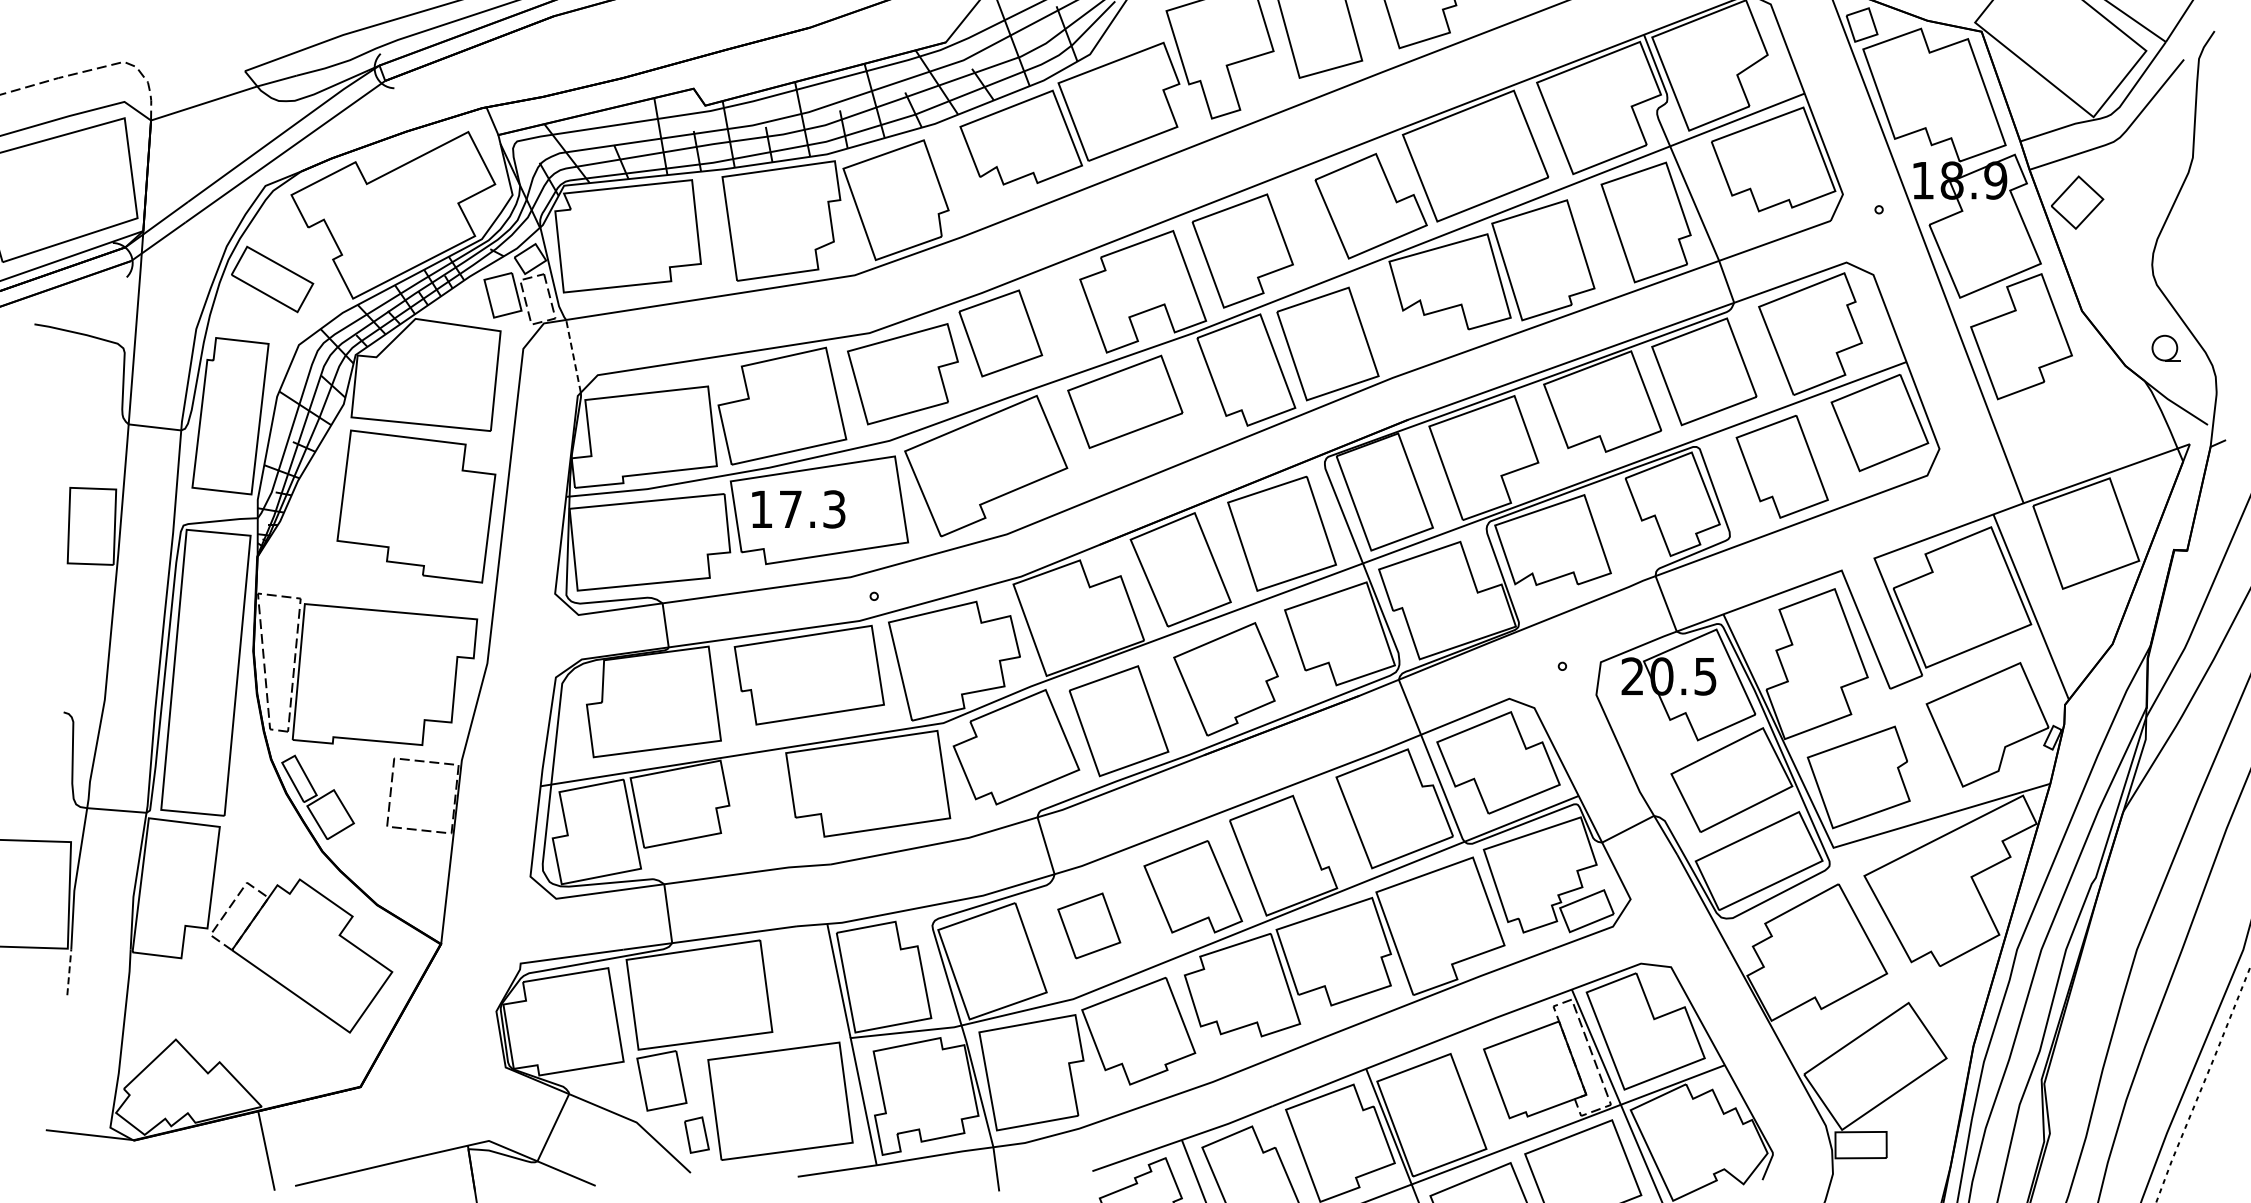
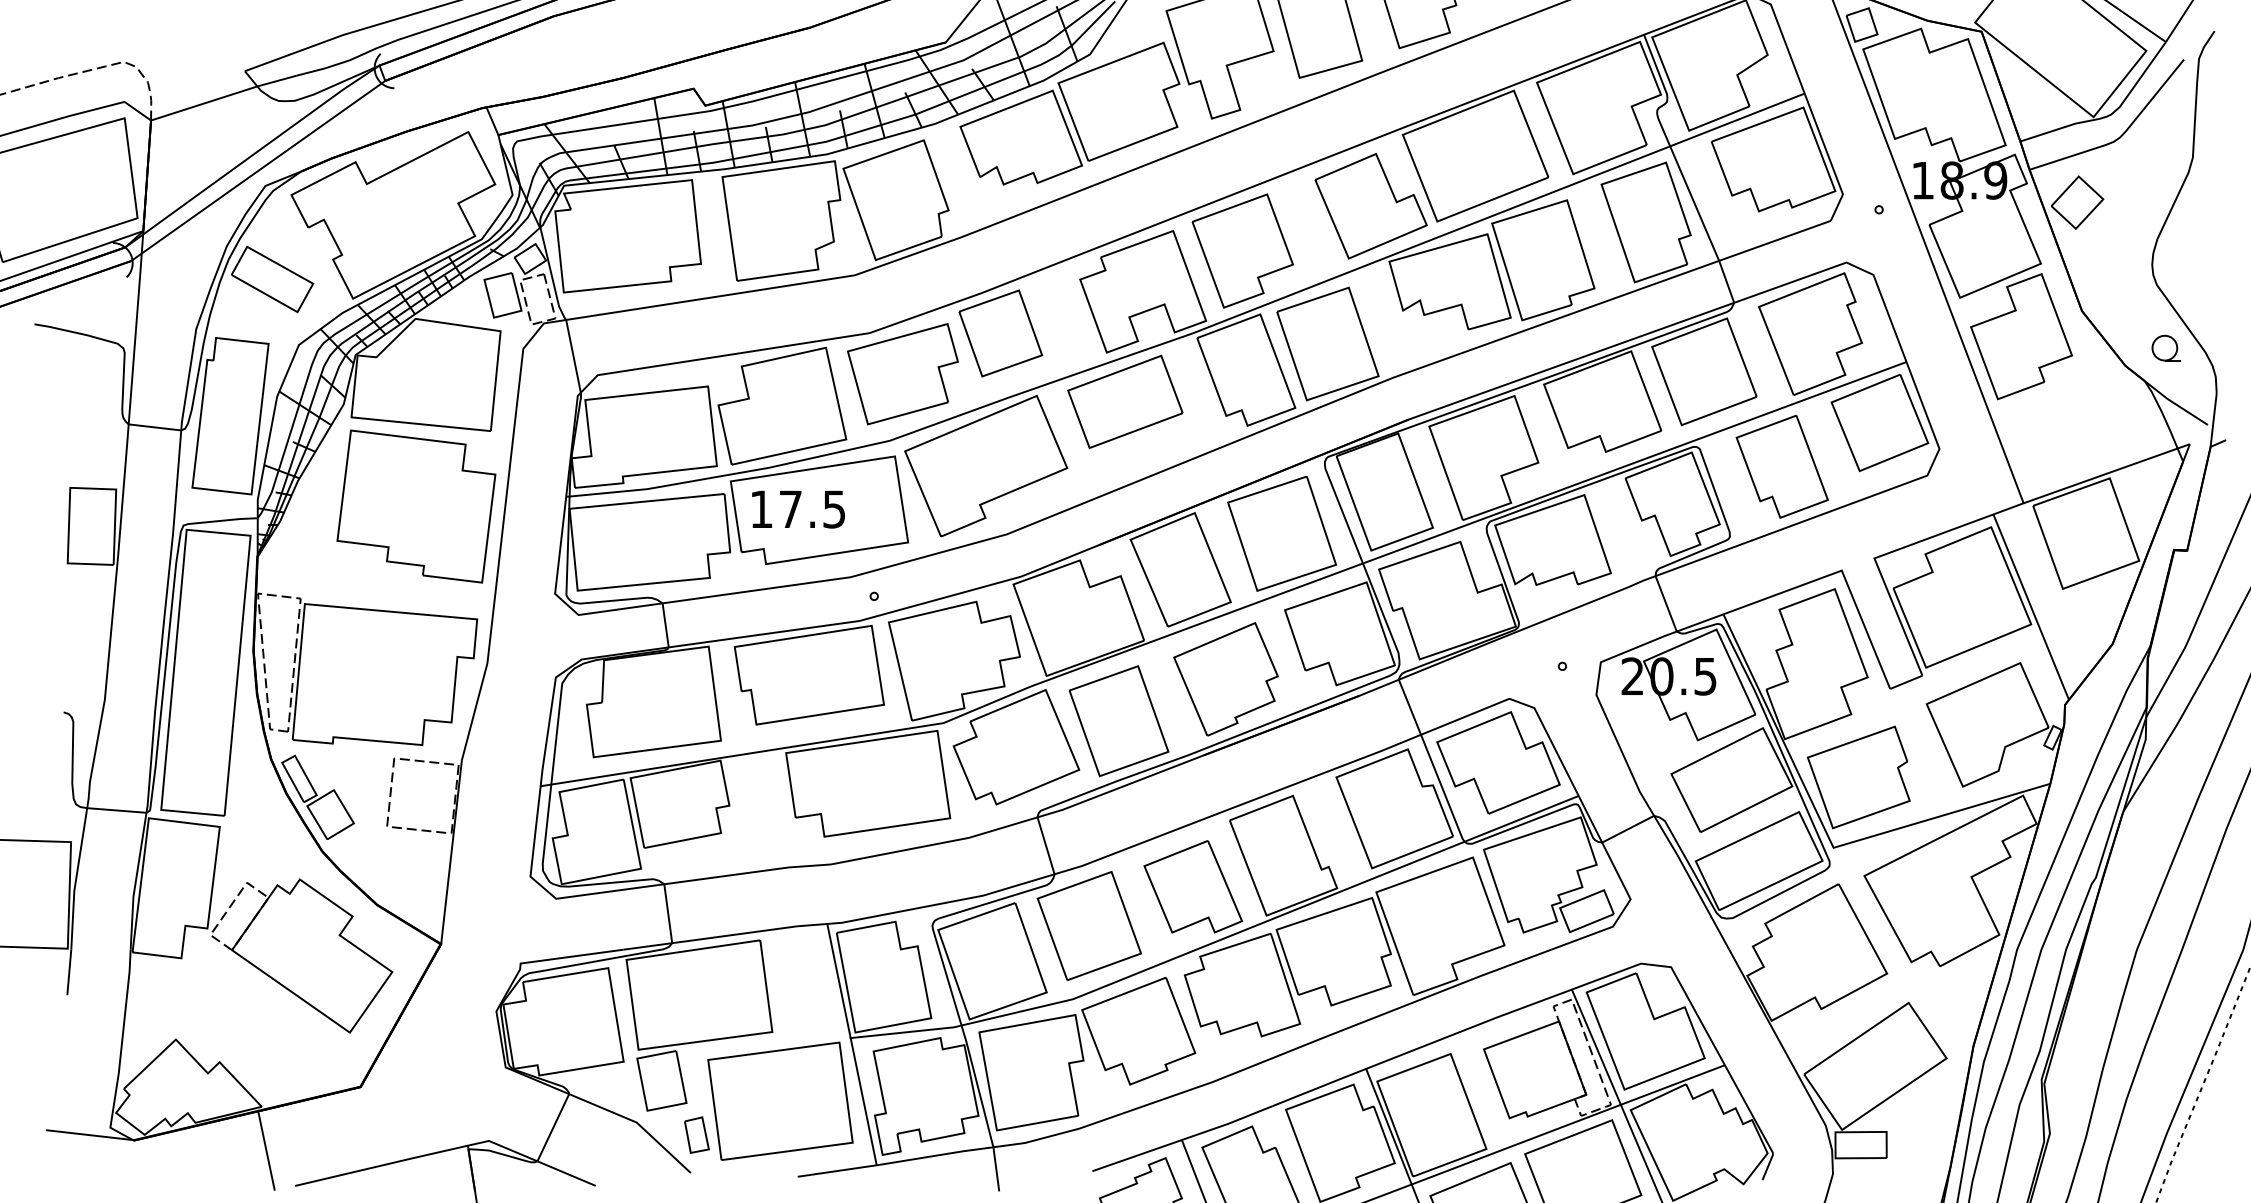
line at (573, 355): dashed -> solid
text at (834, 509): 17.3 -> 17.5
part at (1089, 925) size: 65x68 px -> 106x110 px
line at (69, 972): dashed -> solid
